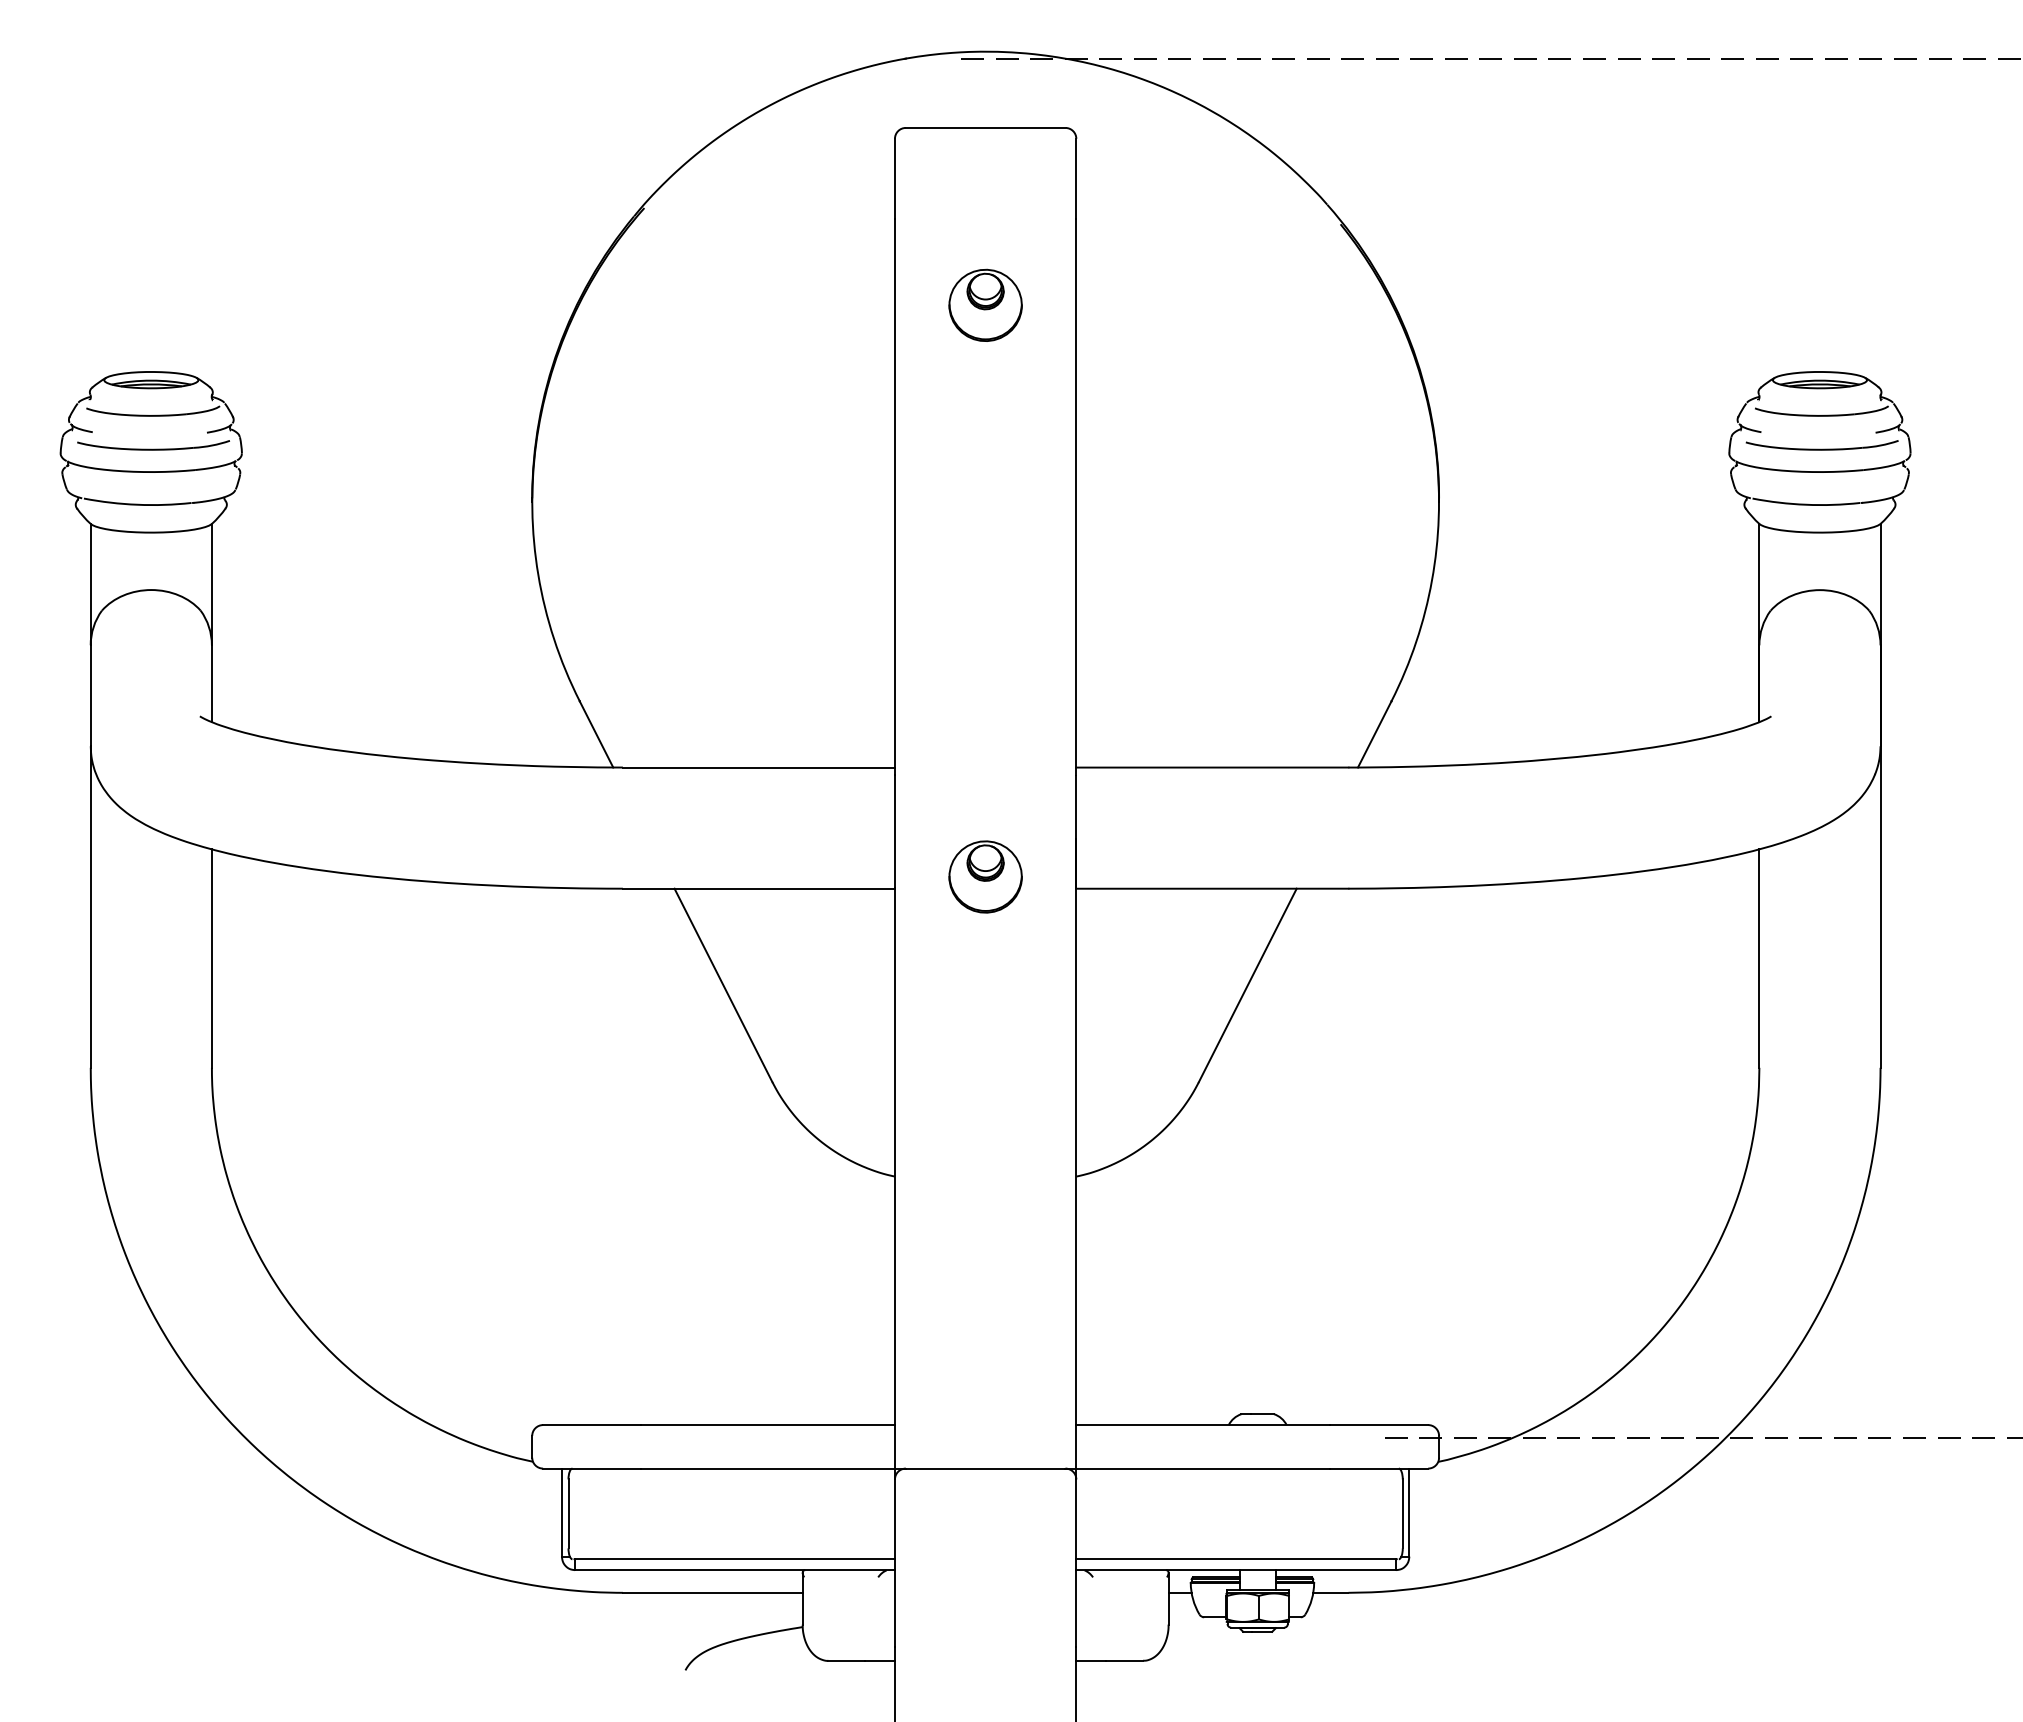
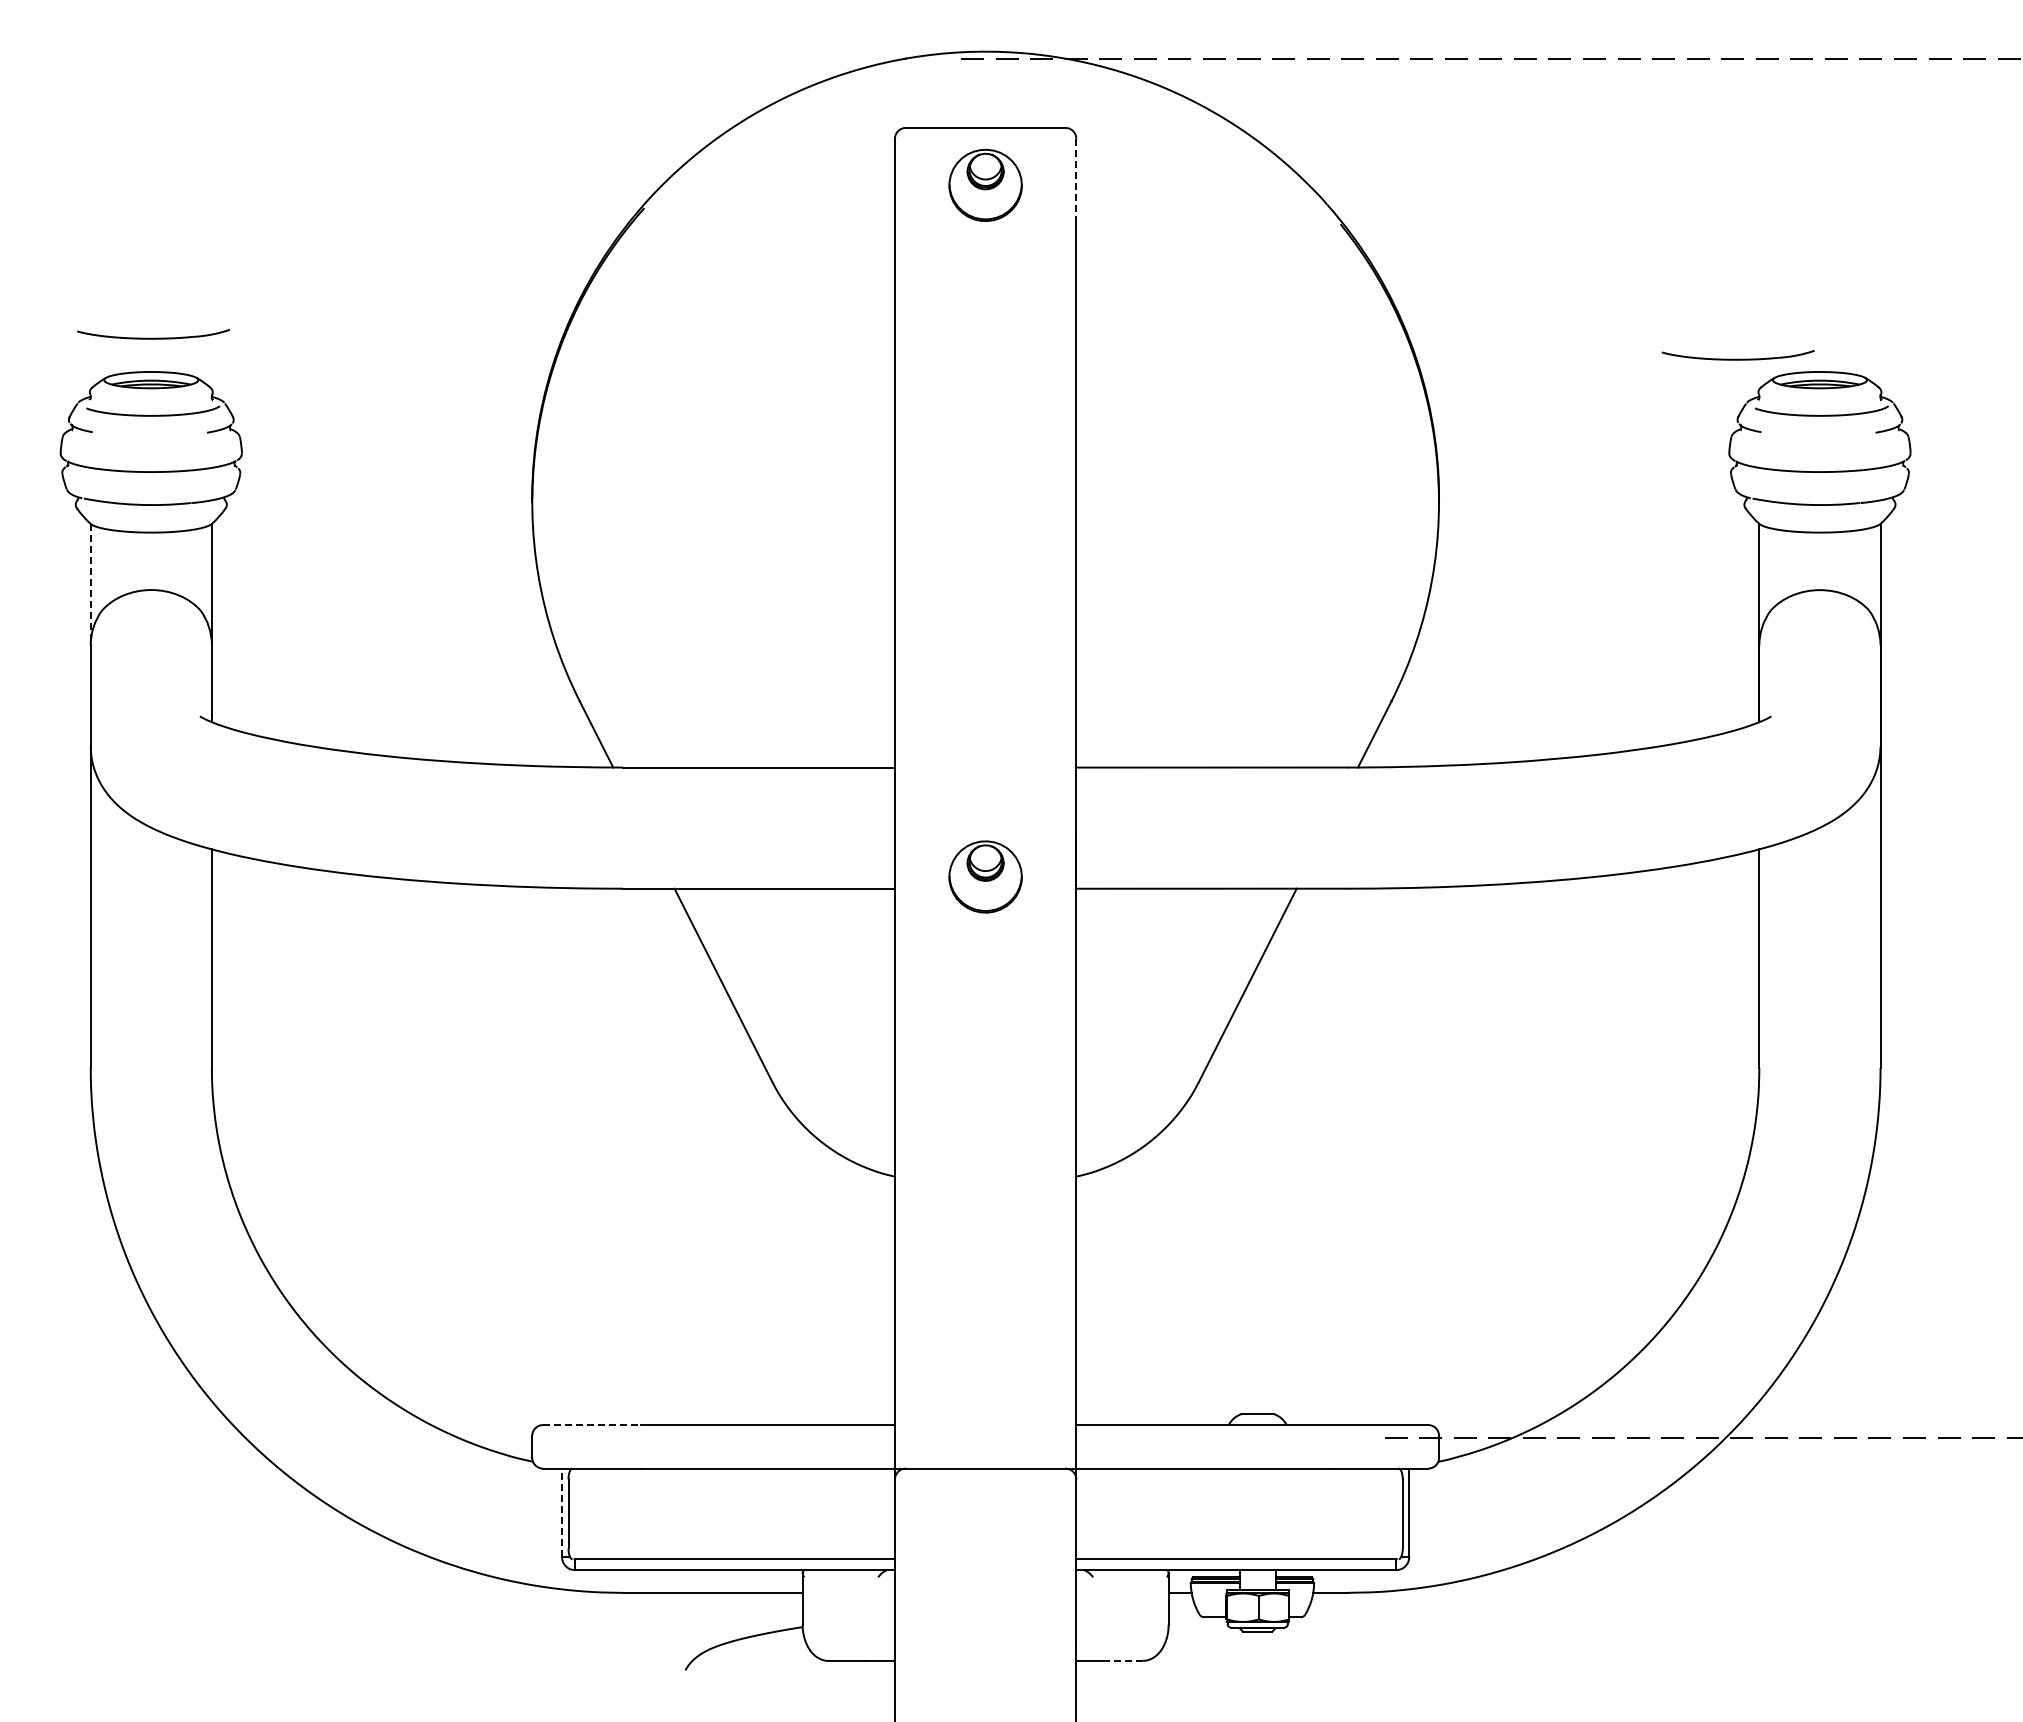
line at (1076, 178): solid -> dashed
part at (985, 304) position: (985, 304) -> (985, 184)
part at (153, 445) position: (153, 445) -> (153, 334)
part at (1821, 445) position: (1821, 445) -> (1737, 355)
line at (90, 584): solid -> dashed
line at (592, 1425): solid -> dashed
line at (561, 1512): solid -> dashed
line at (1123, 1660): solid -> dashed
